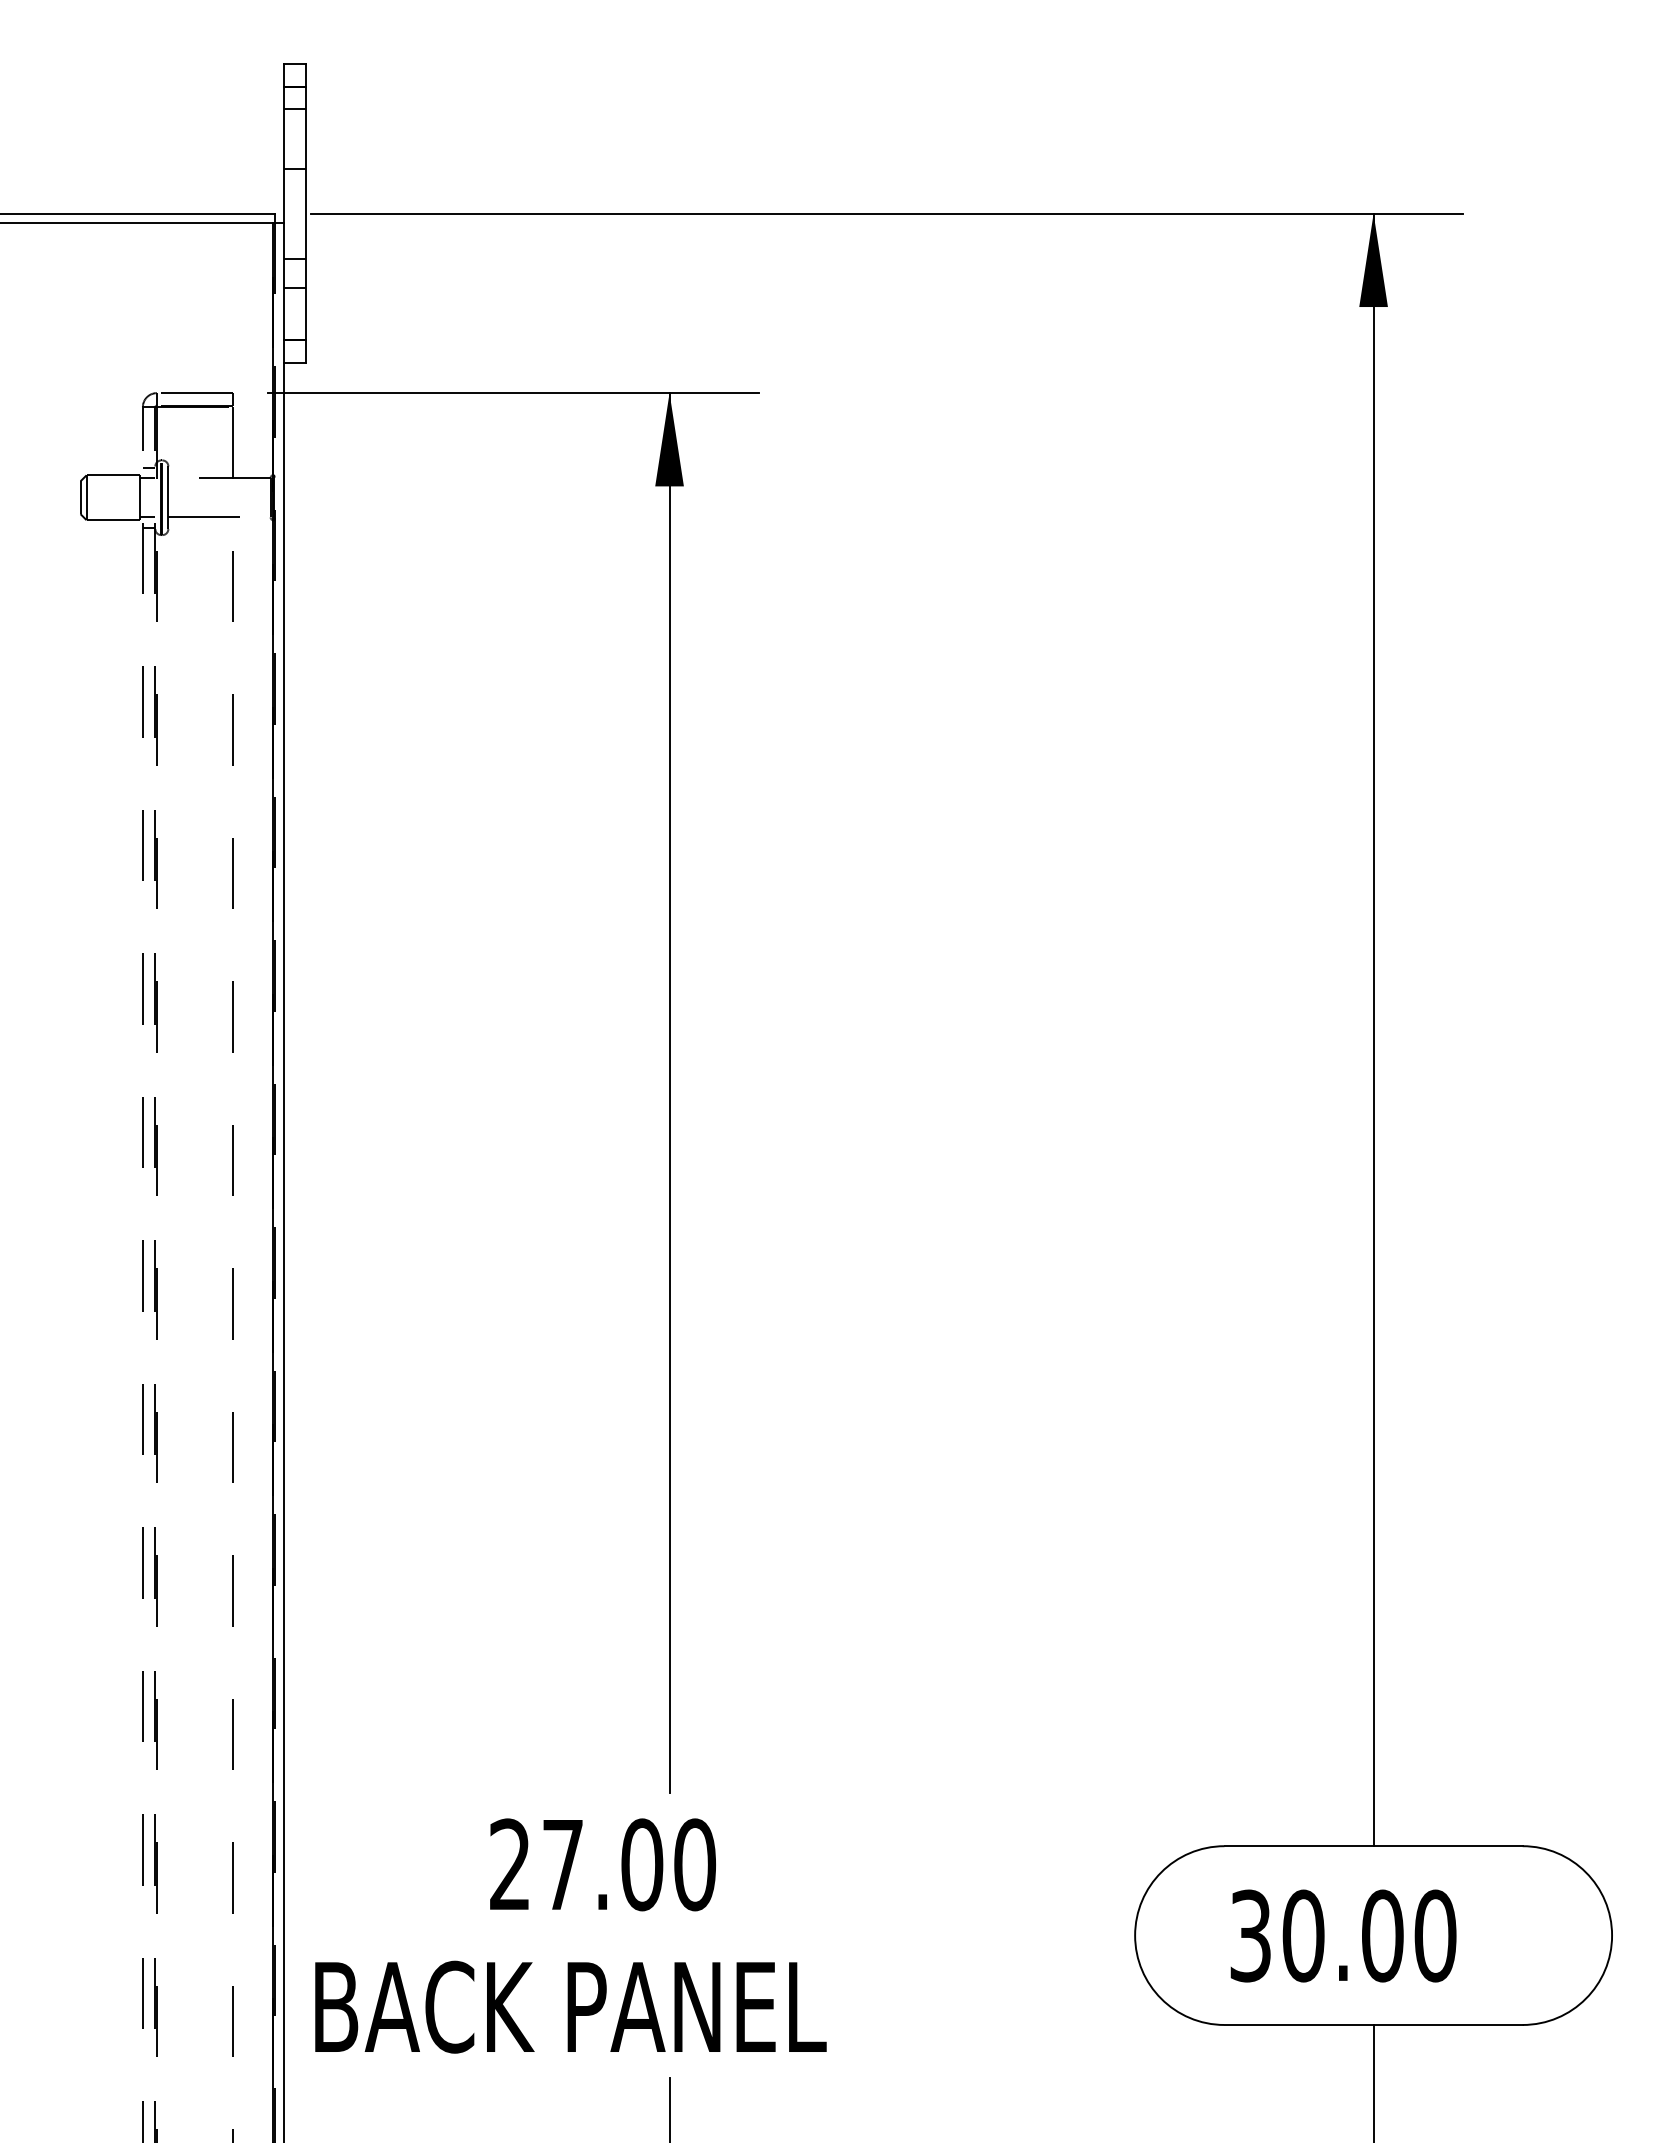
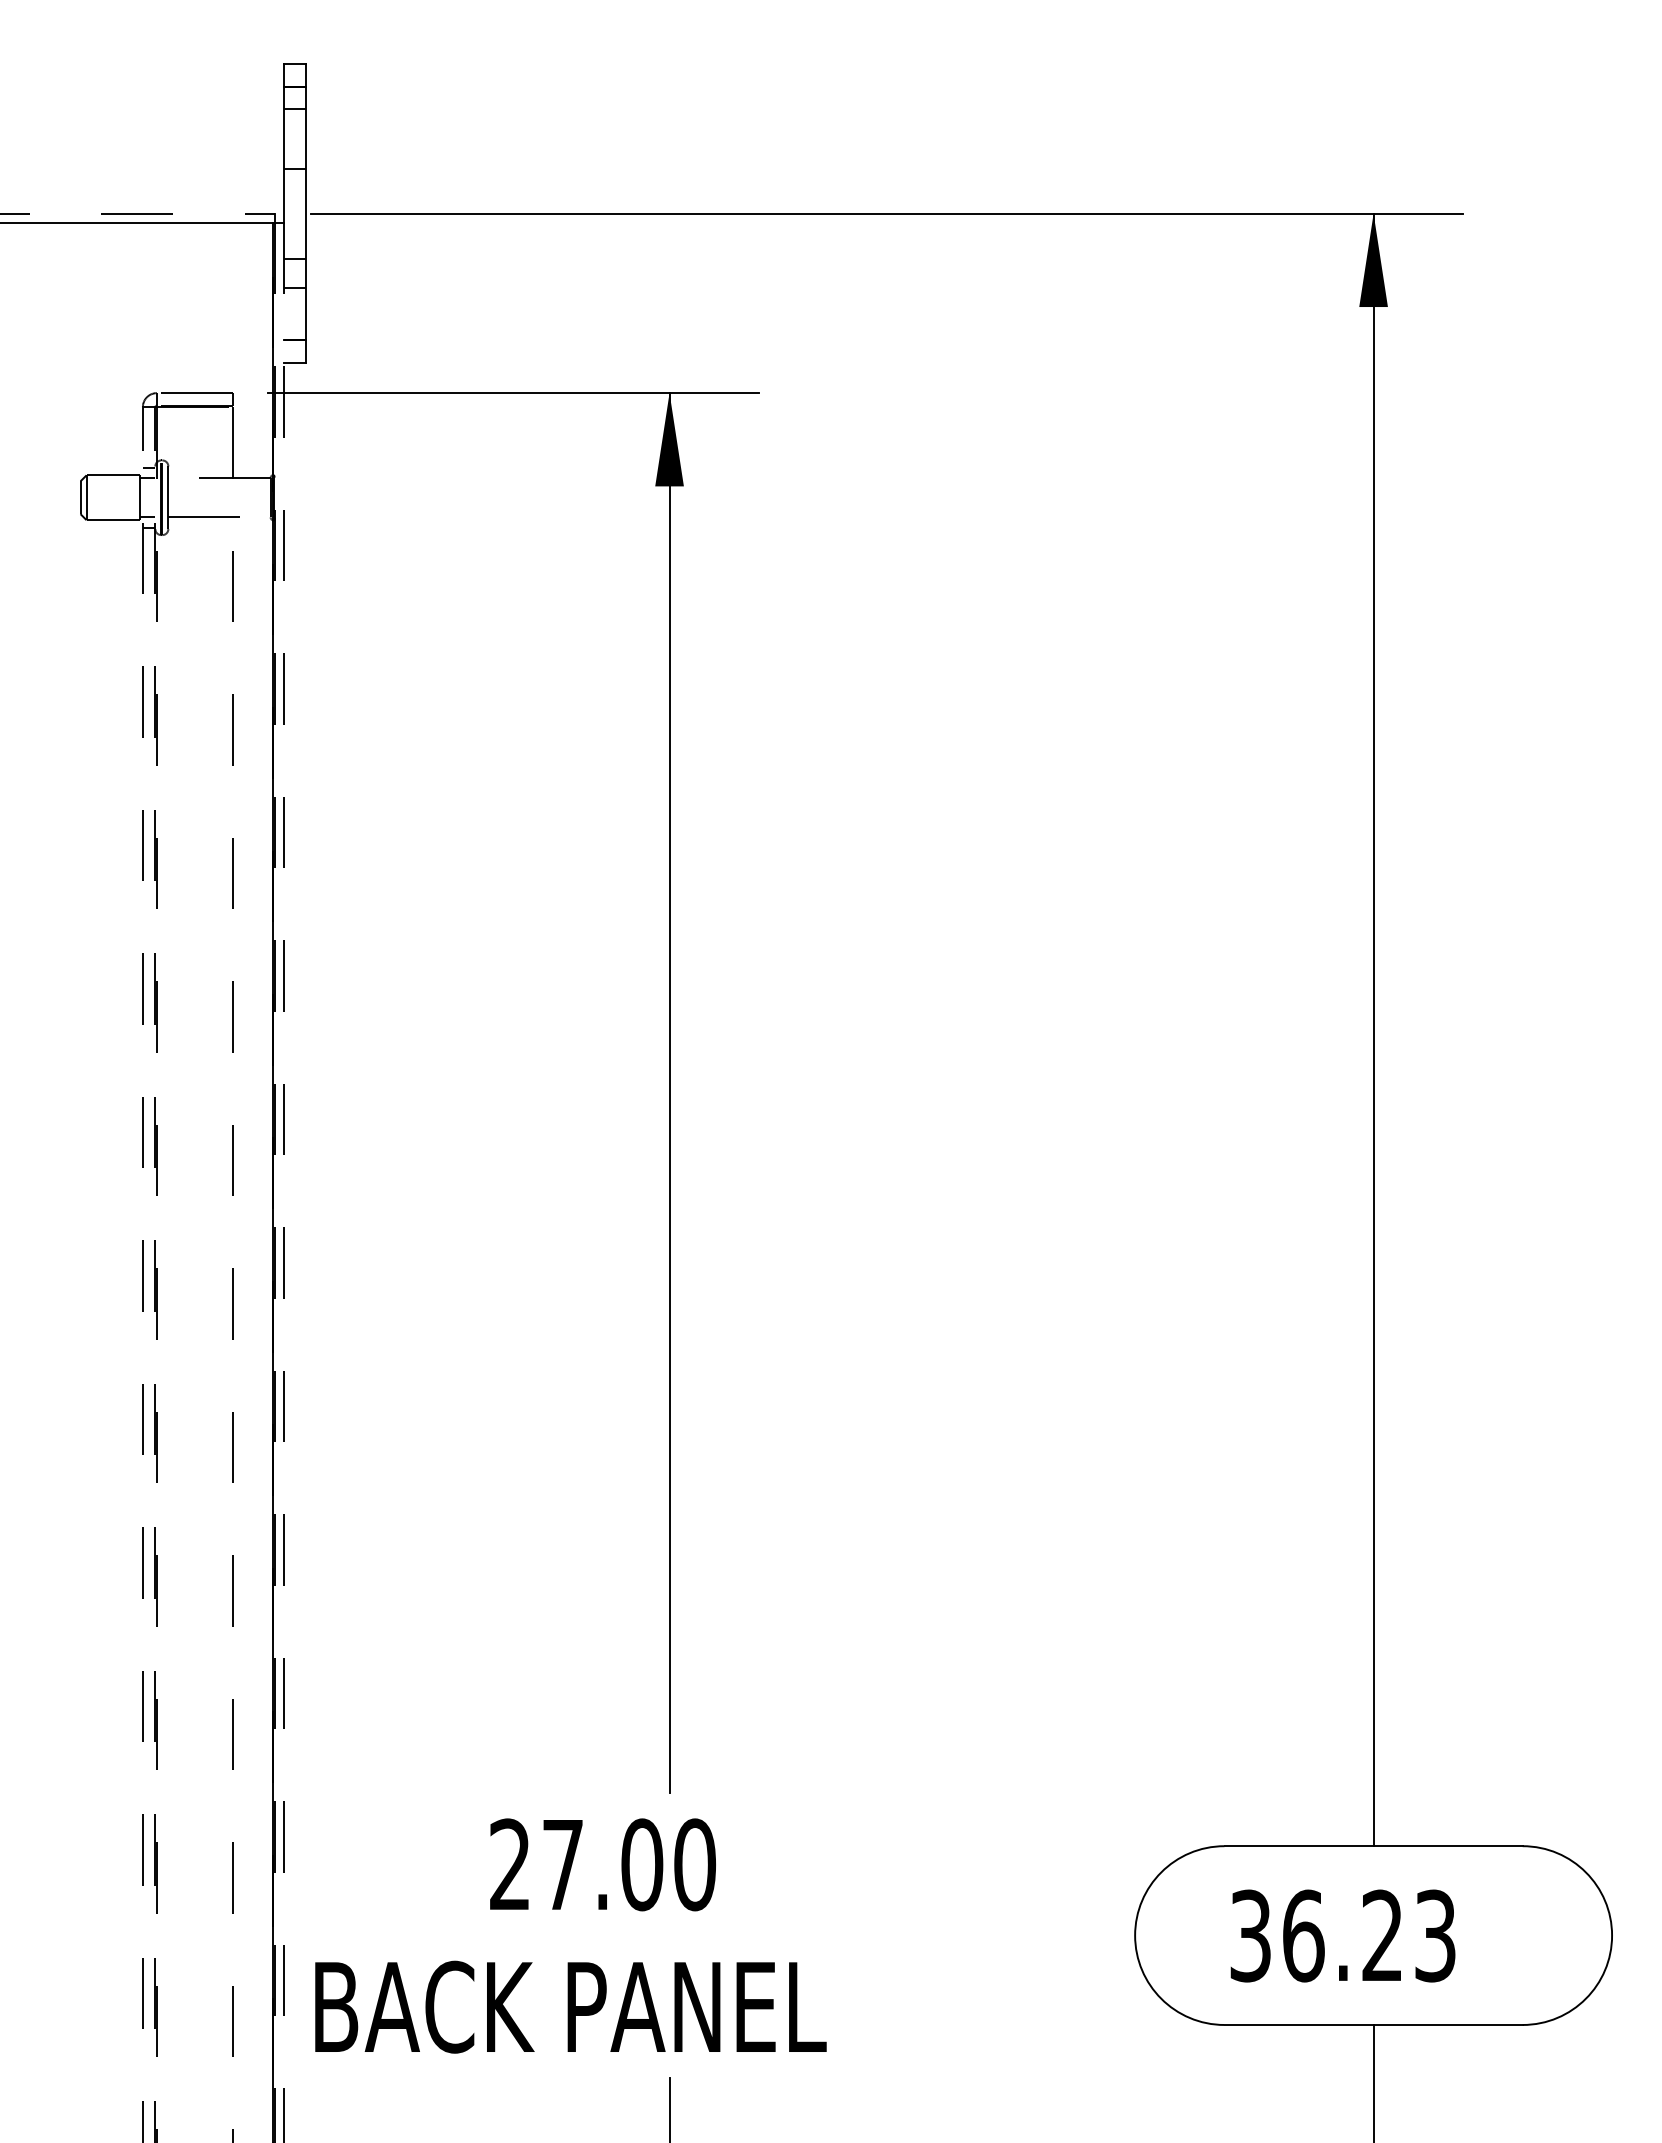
line at (137, 213): solid -> dashed
line at (283, 1182): solid -> dashed
text at (1369, 1935): 30.00 -> 36.23
